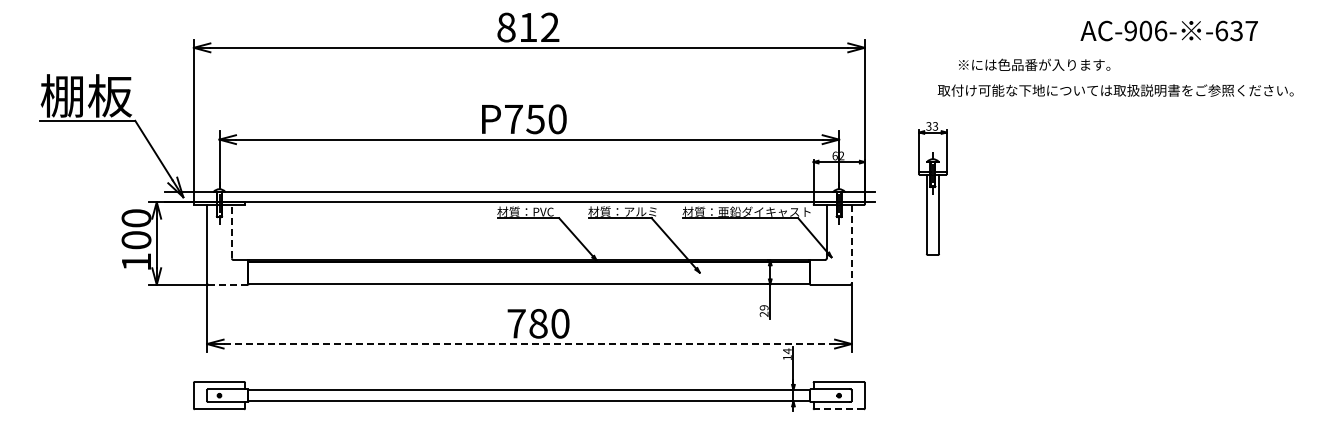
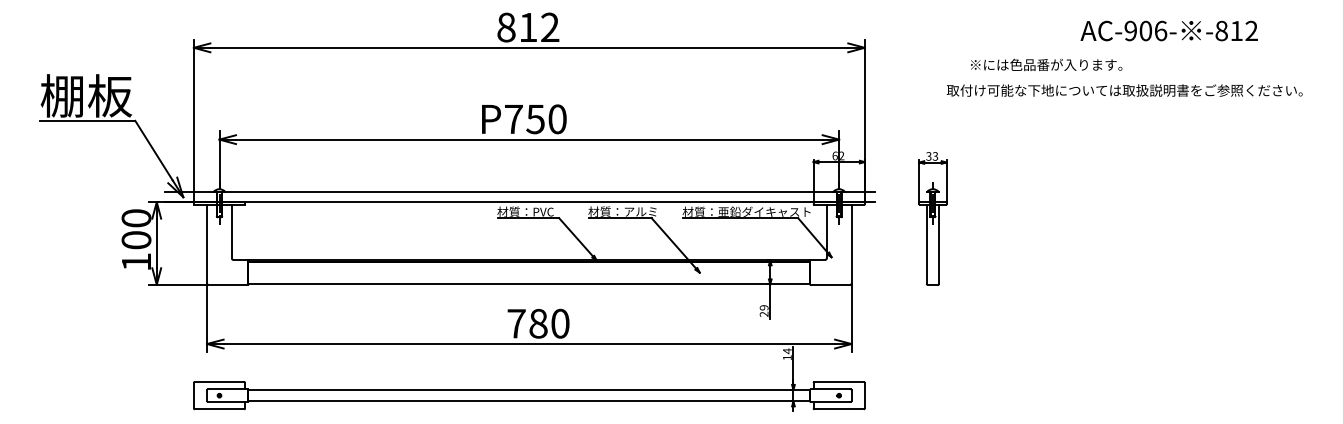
text at (1236, 30): -637 -> -812
text at (1034, 64) position: (1034, 64) -> (1046, 64)
text at (1115, 90) position: (1115, 90) -> (1124, 90)
part at (932, 188) position: (932, 188) -> (932, 218)
line at (231, 231): dashed -> solid
line at (851, 244): dashed -> solid
line at (228, 284): dashed -> solid
line at (529, 344): dashed -> solid
line at (839, 409): dashed -> solid
